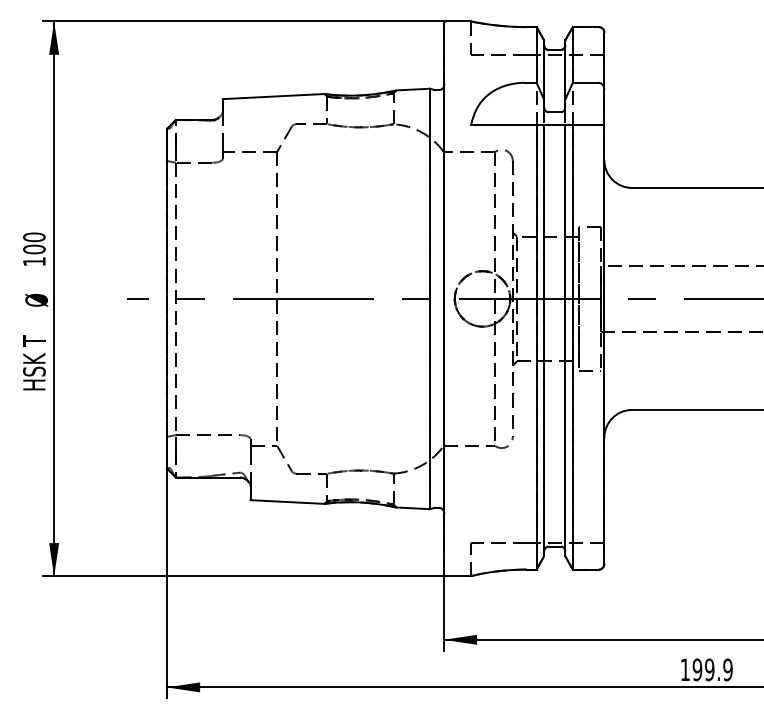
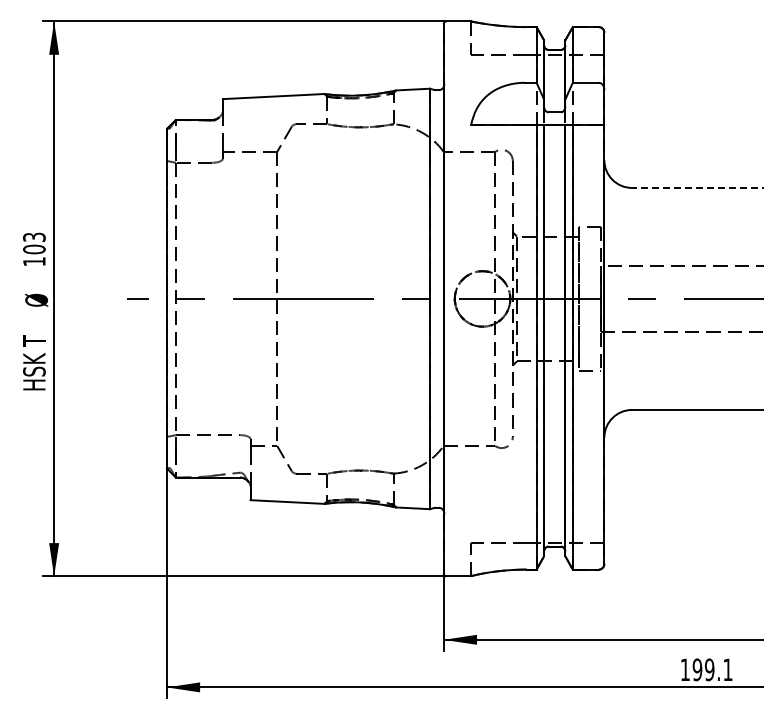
line at (697, 187): solid -> dashed
text at (34, 237): 100 -> 103
text at (727, 669): 199.9 -> 199.1
